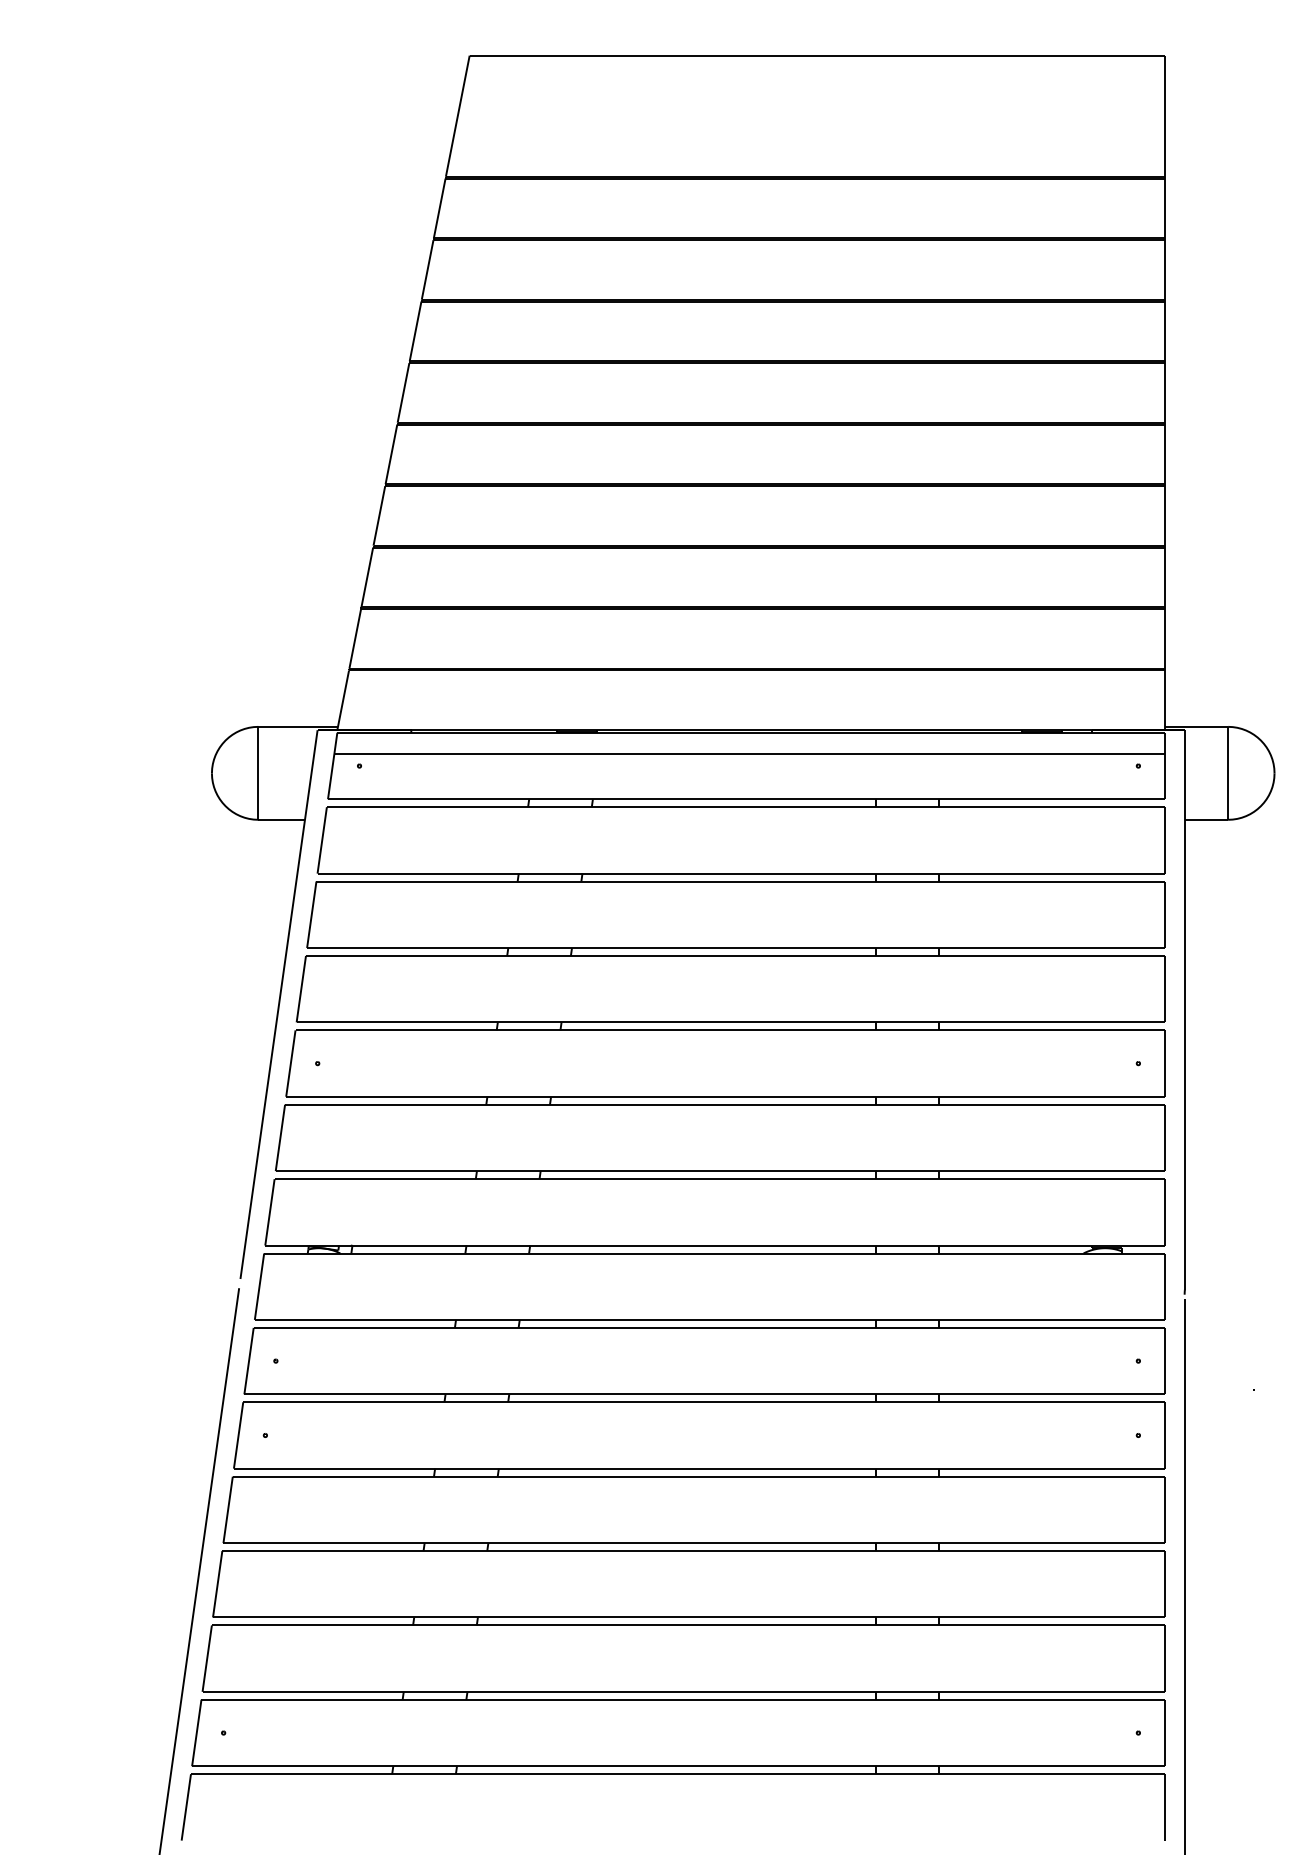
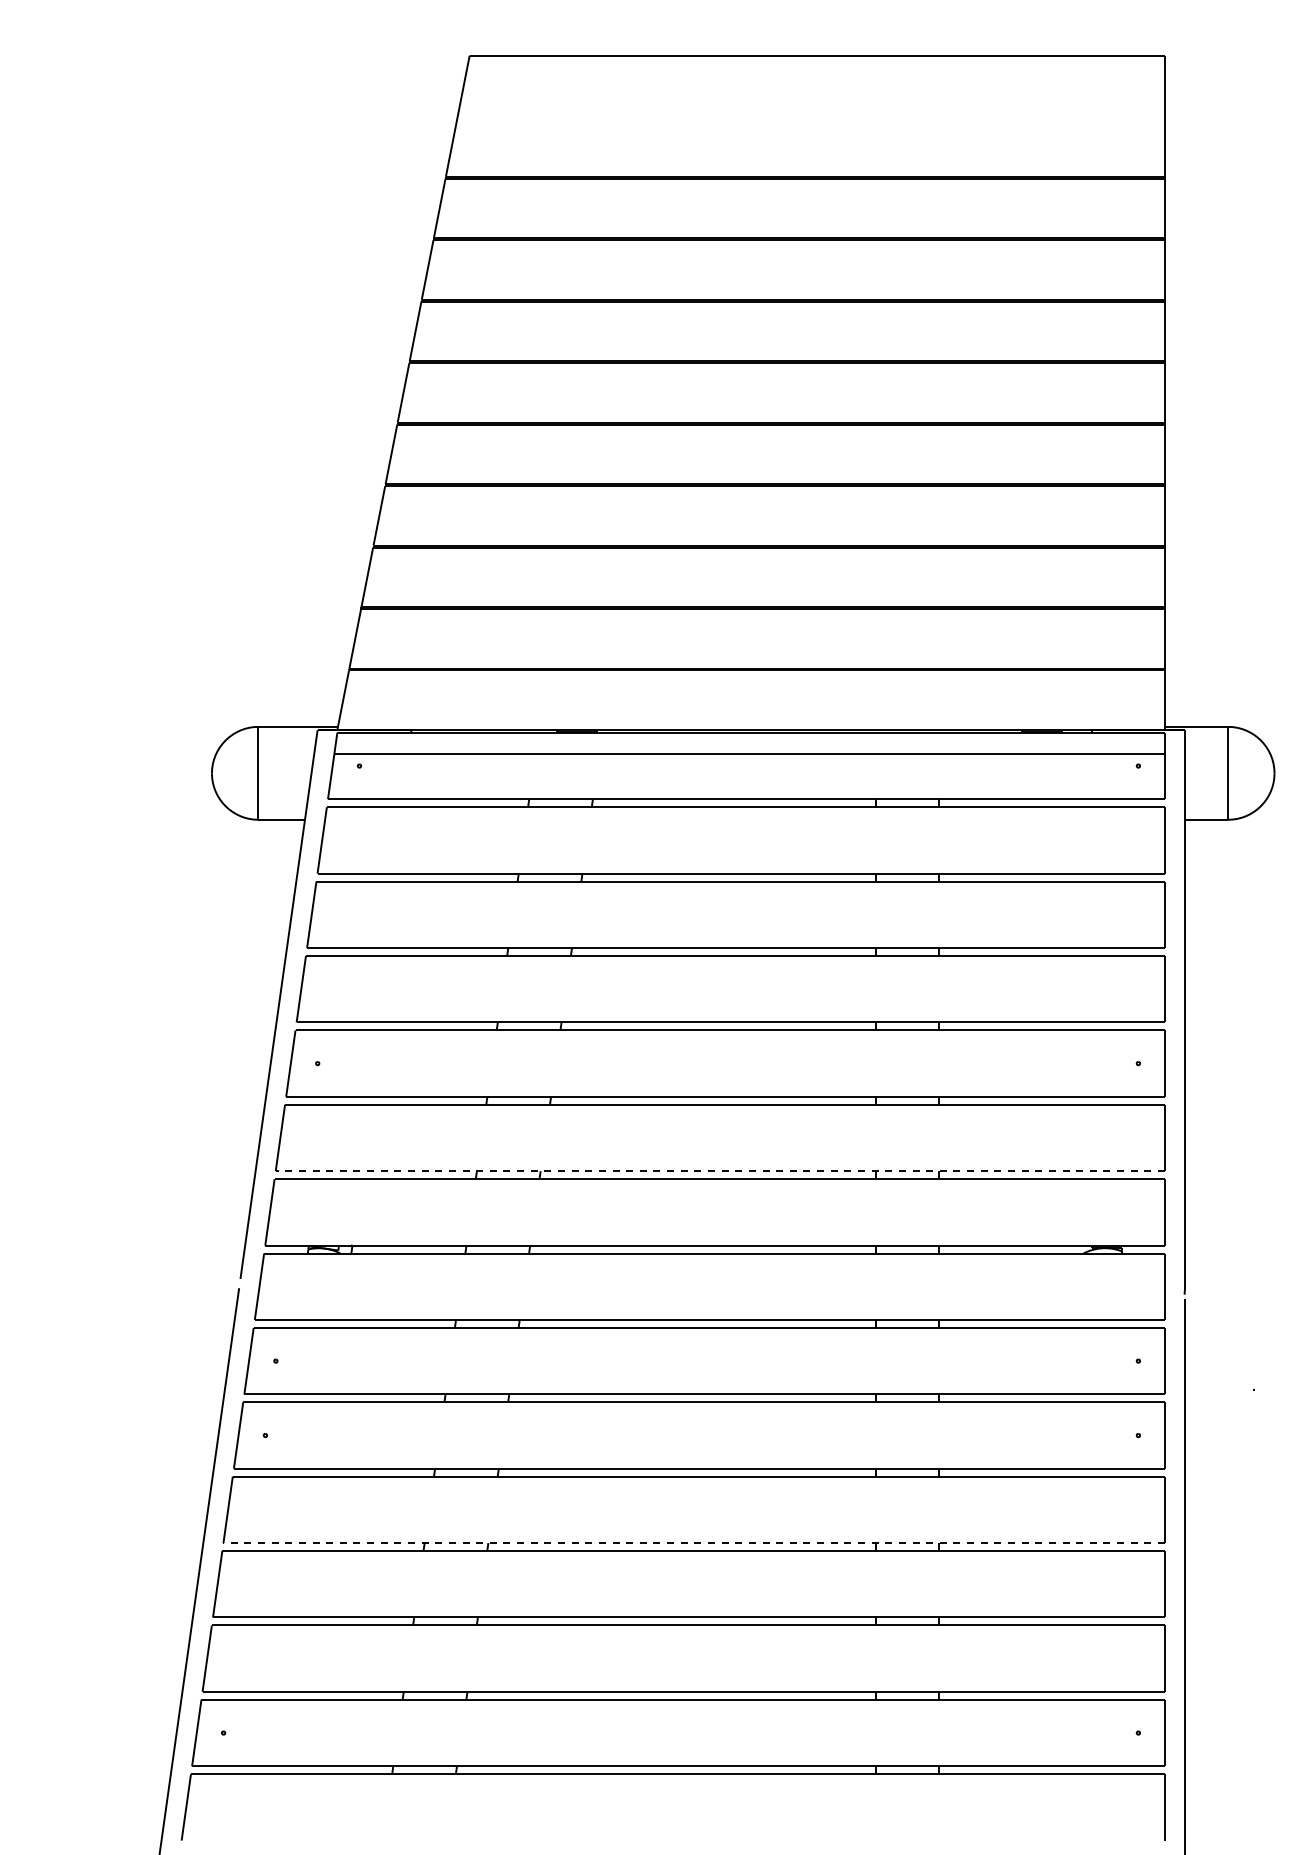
line at (720, 1171): solid -> dashed
line at (694, 1543): solid -> dashed
